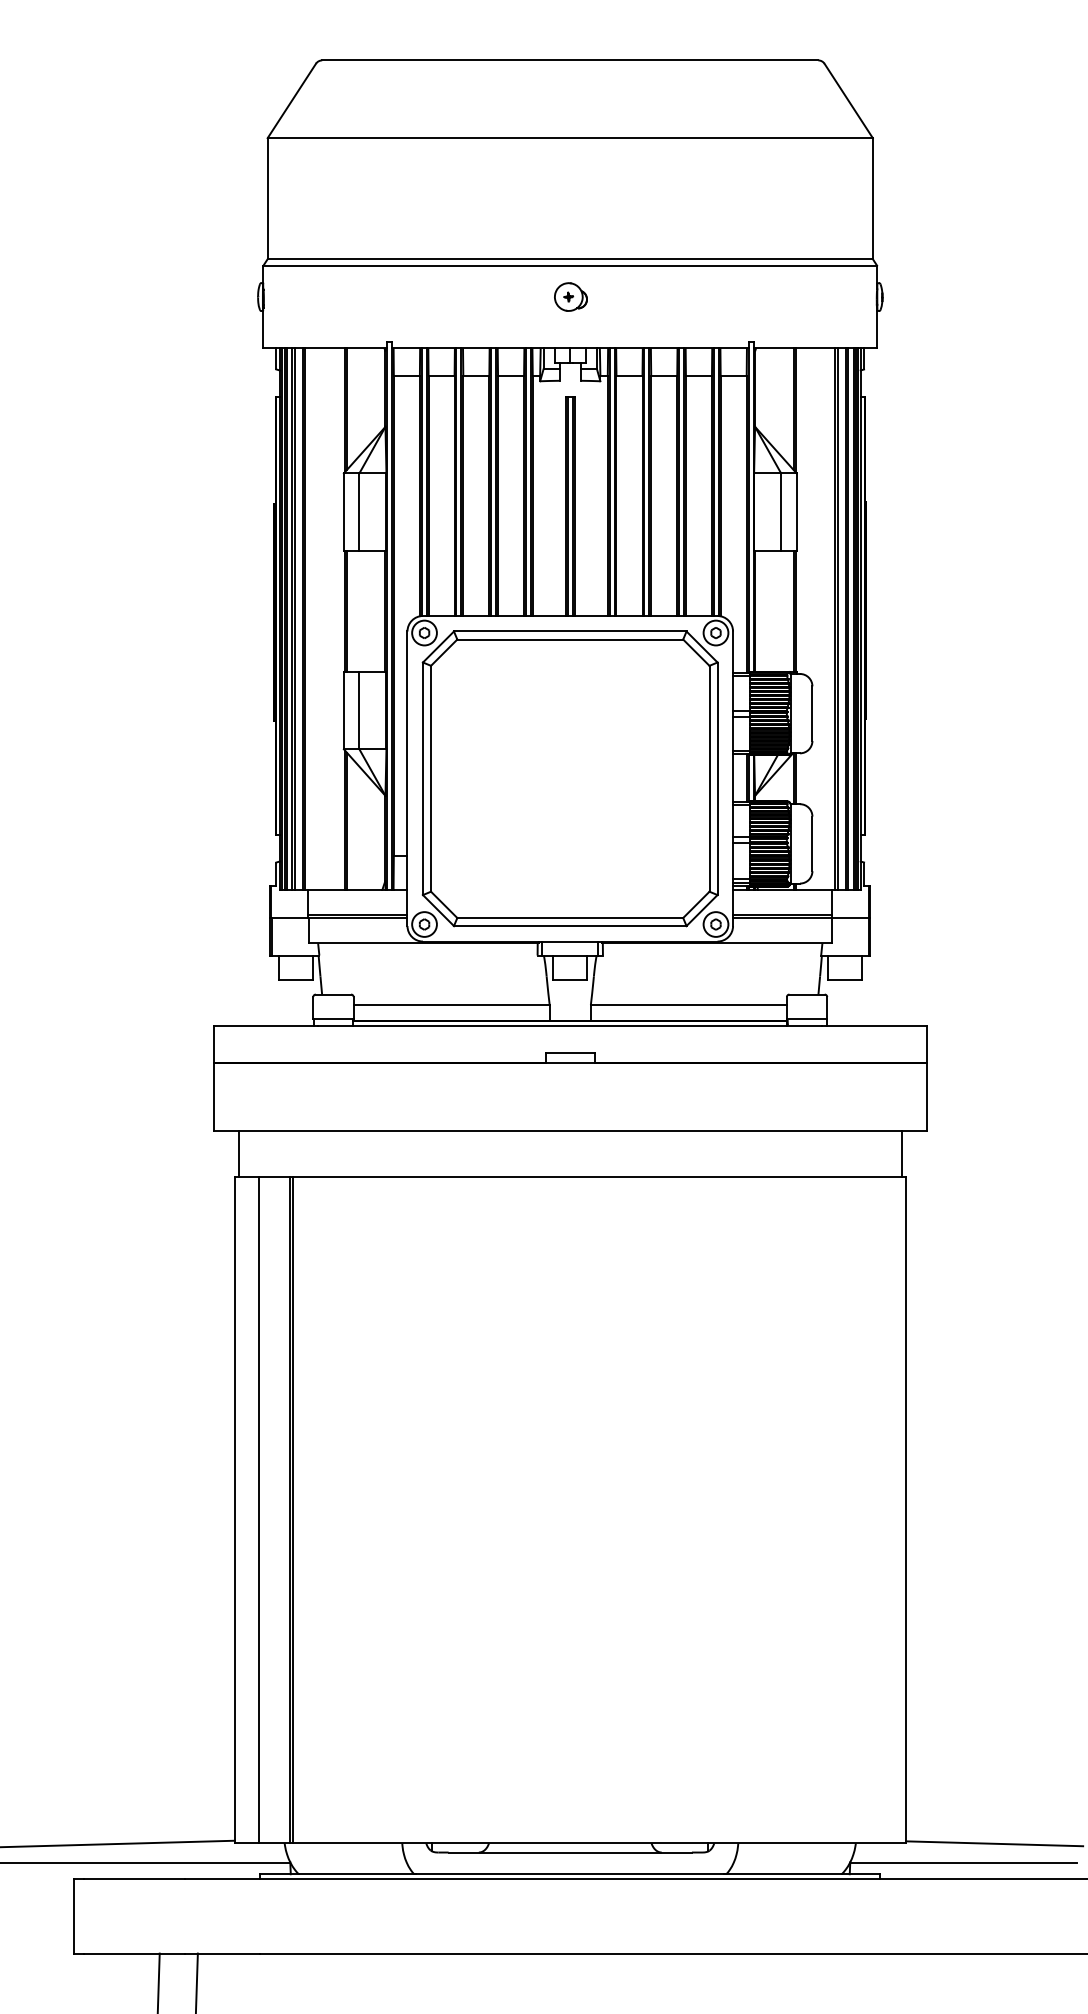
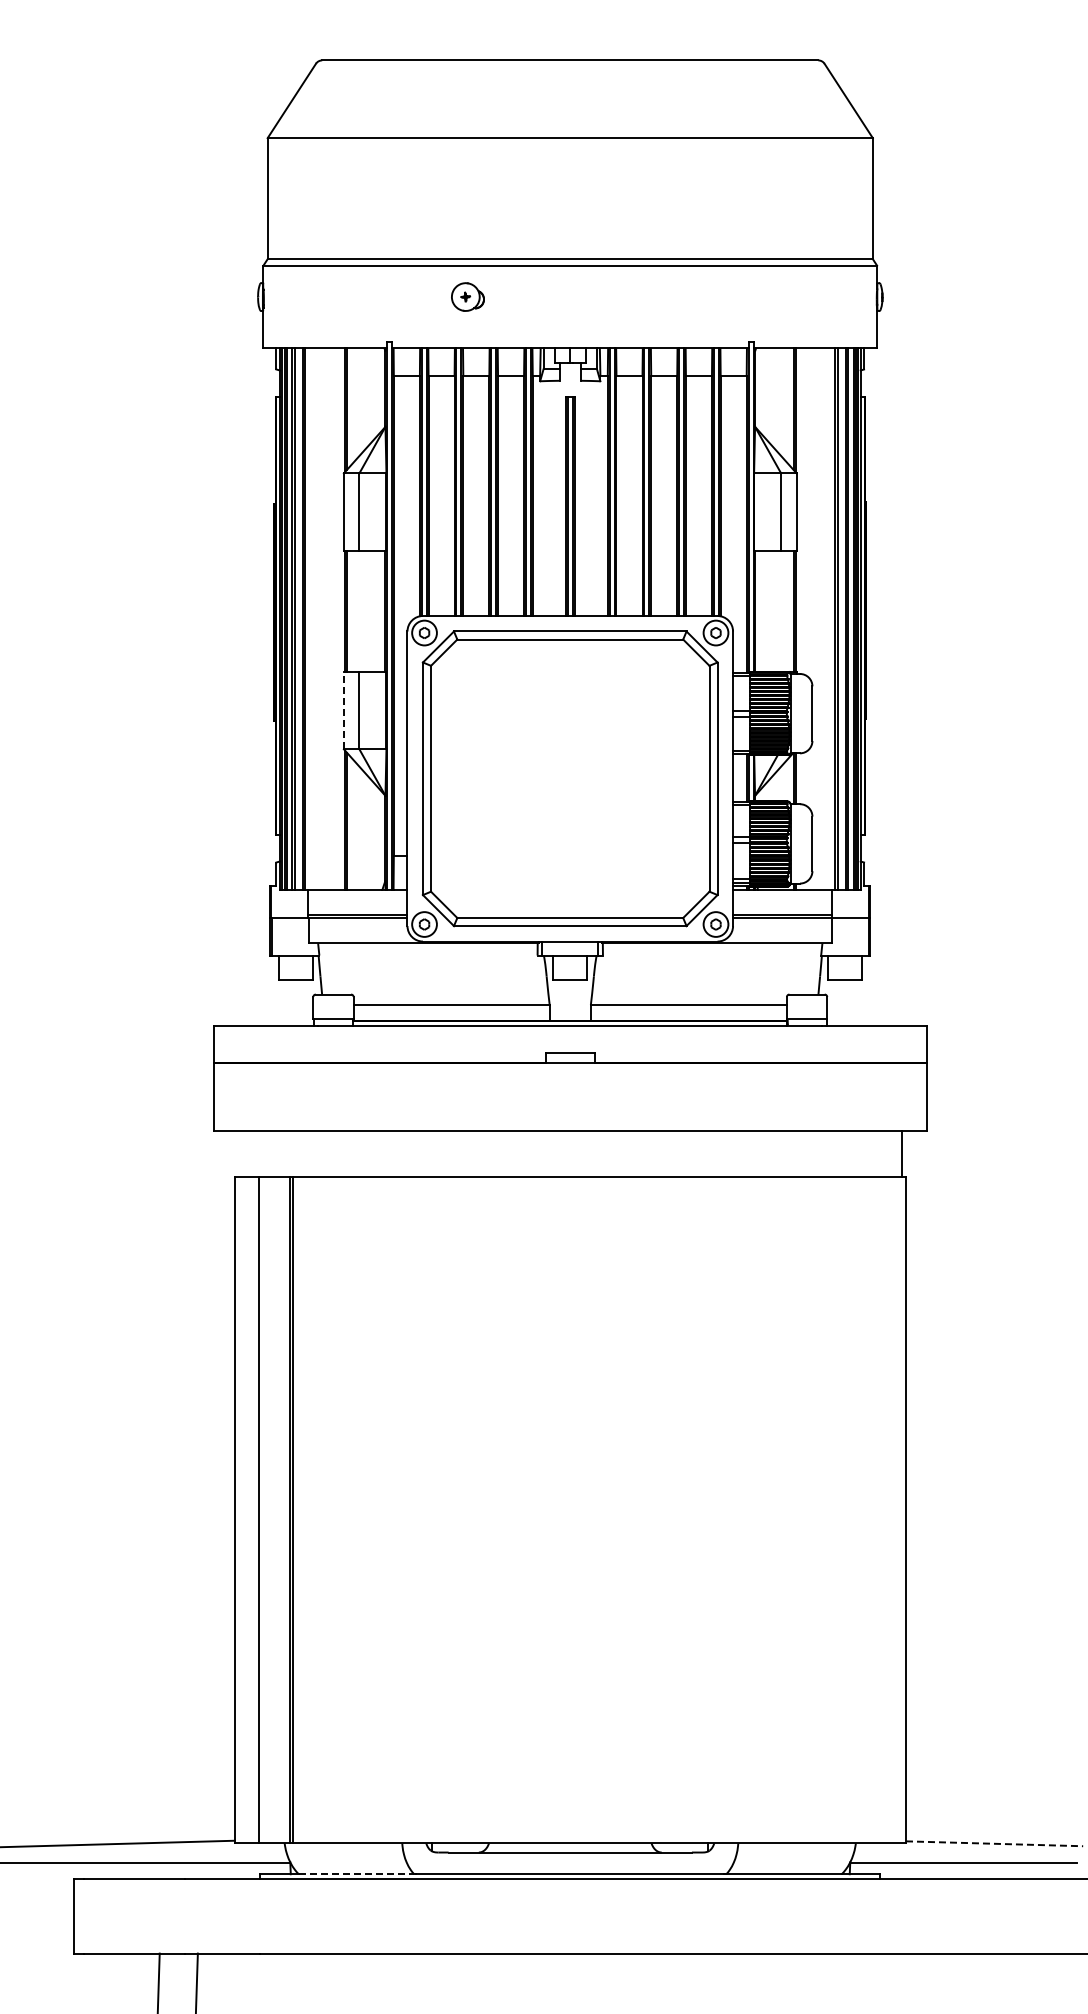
part at (570, 296) position: (570, 296) -> (467, 296)
line at (343, 710): solid -> dashed
line at (238, 1153): present -> none
line at (994, 1843): solid -> dashed
line at (356, 1874): solid -> dashed
